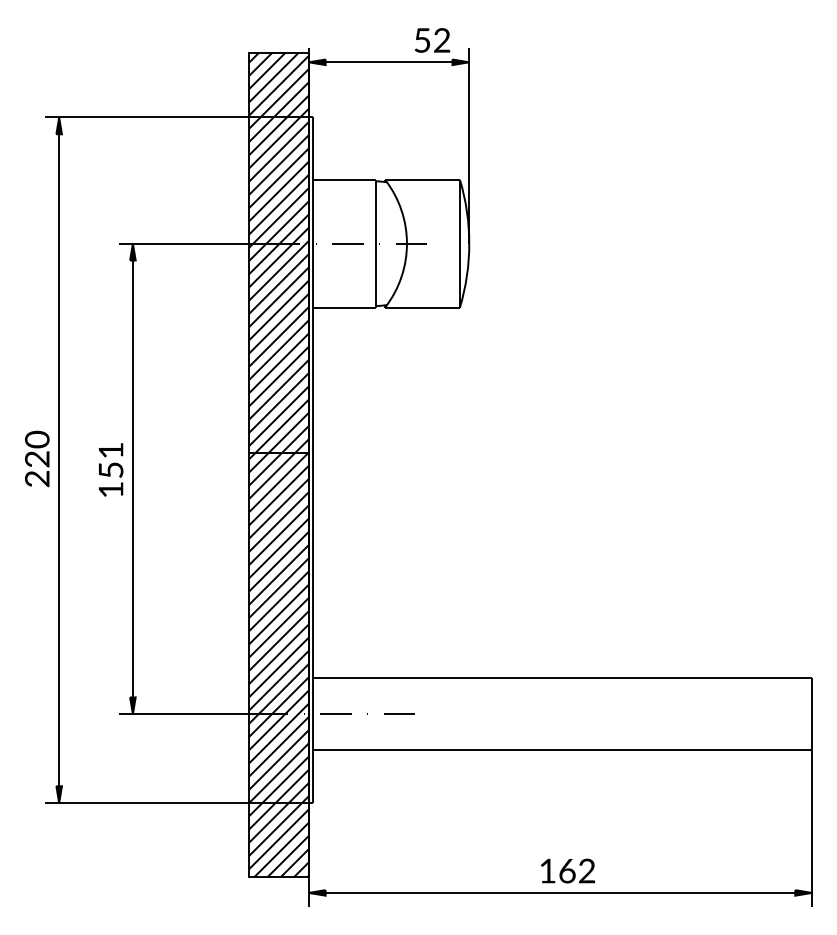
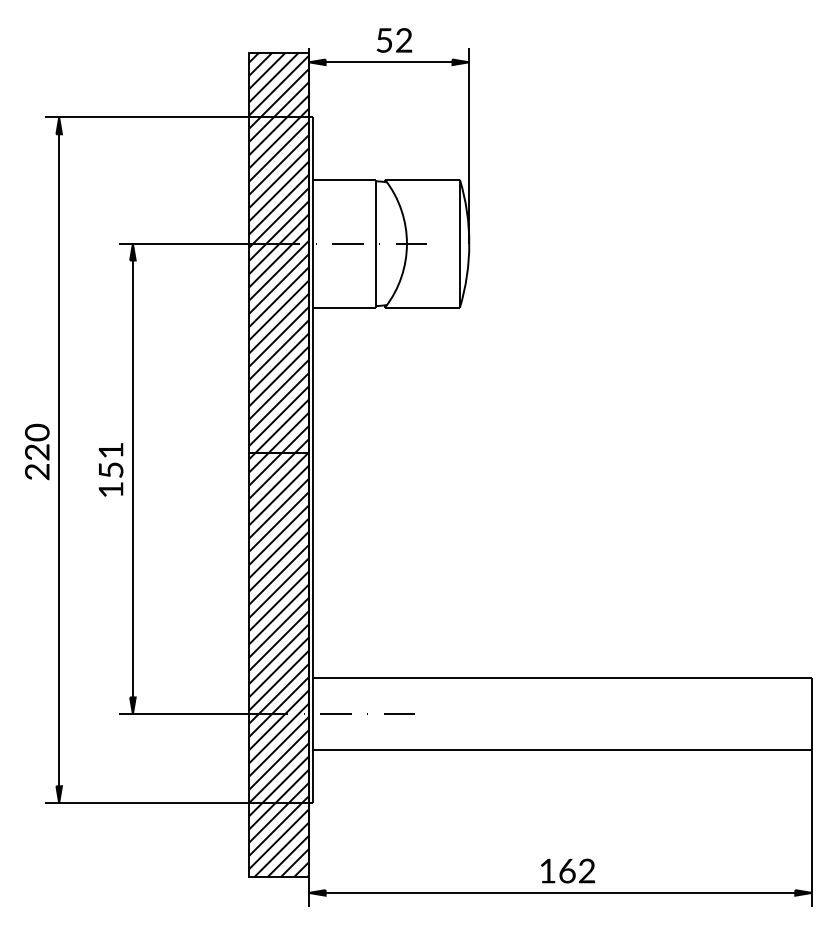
text at (432, 40) position: (432, 40) -> (394, 40)
text at (37, 458) position: (37, 458) -> (37, 451)
